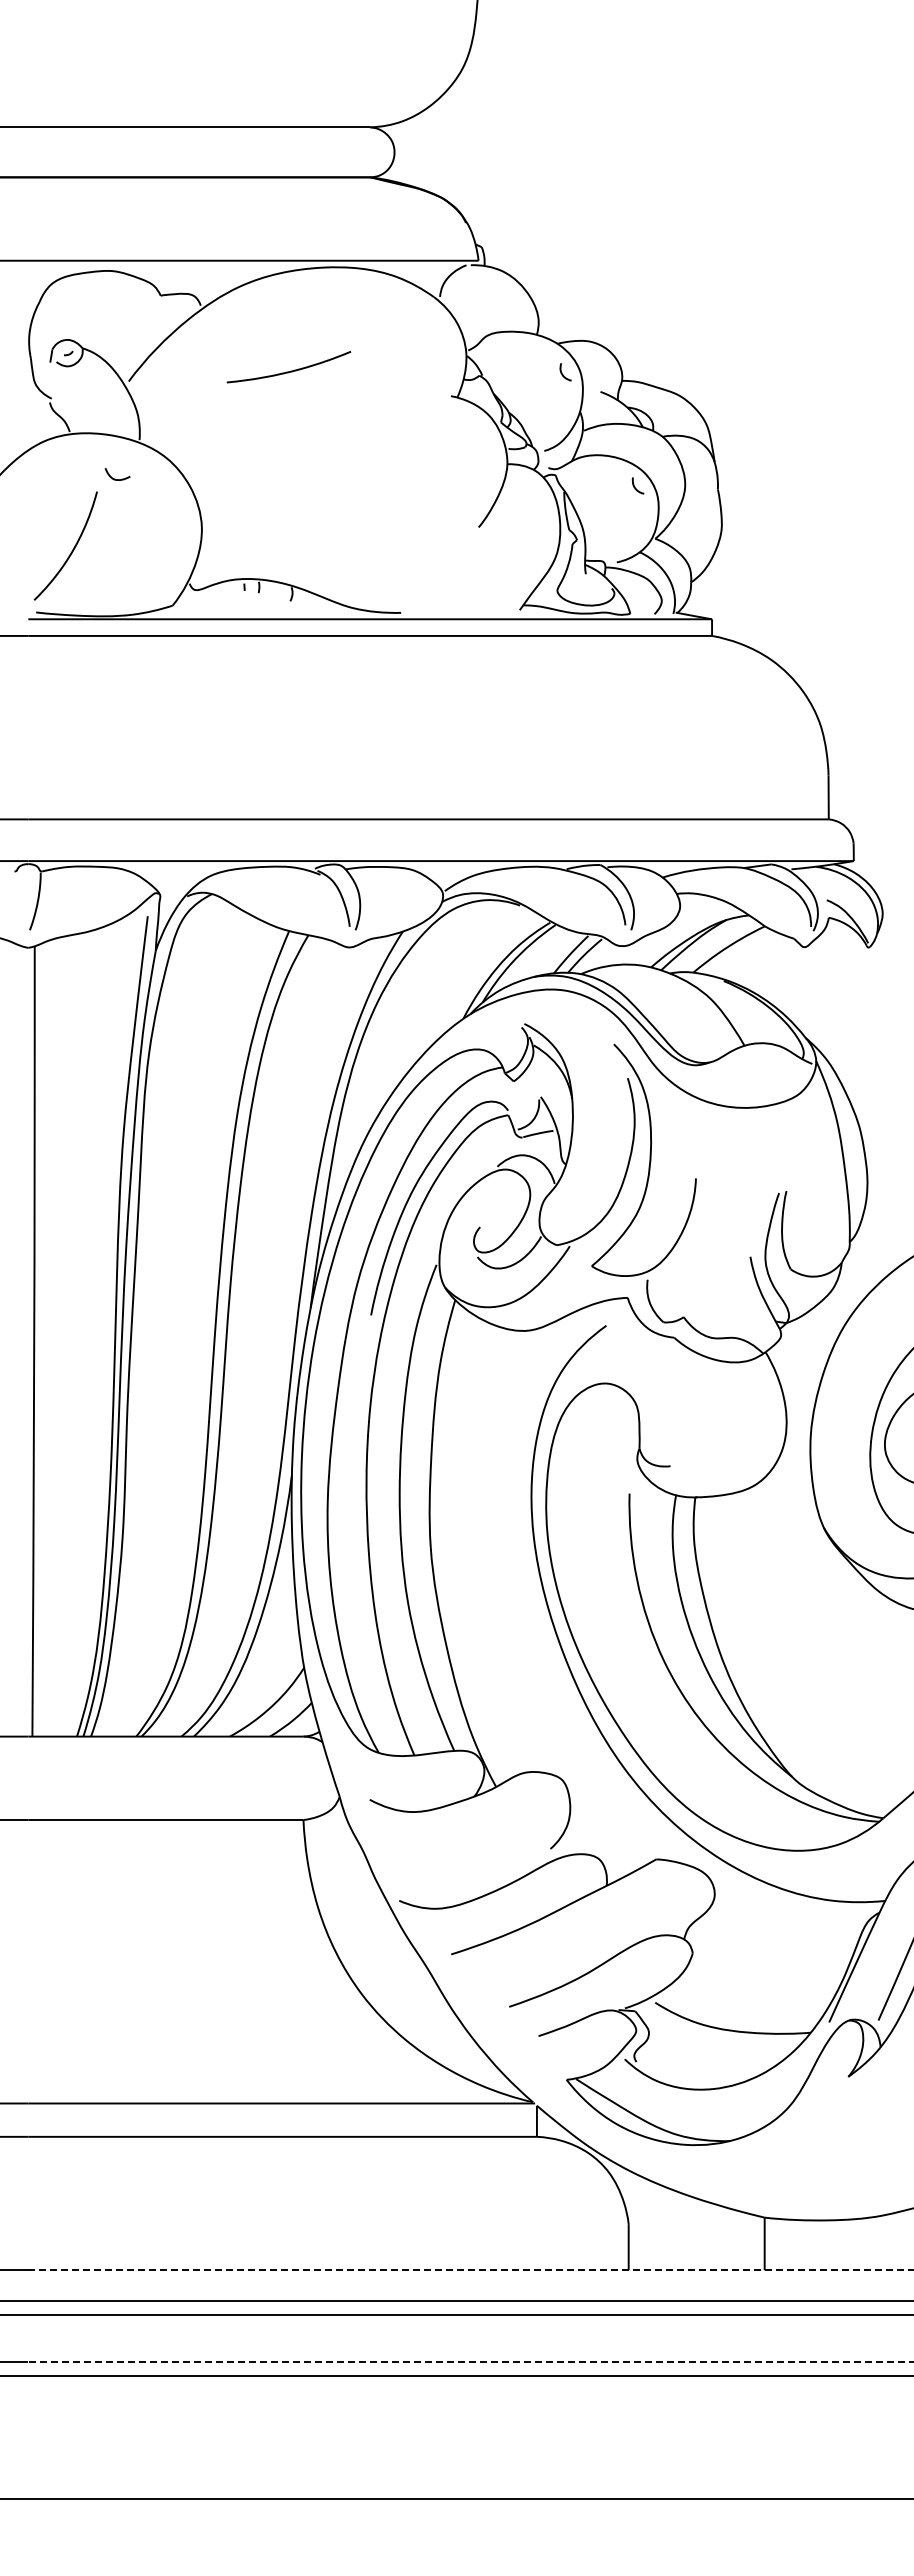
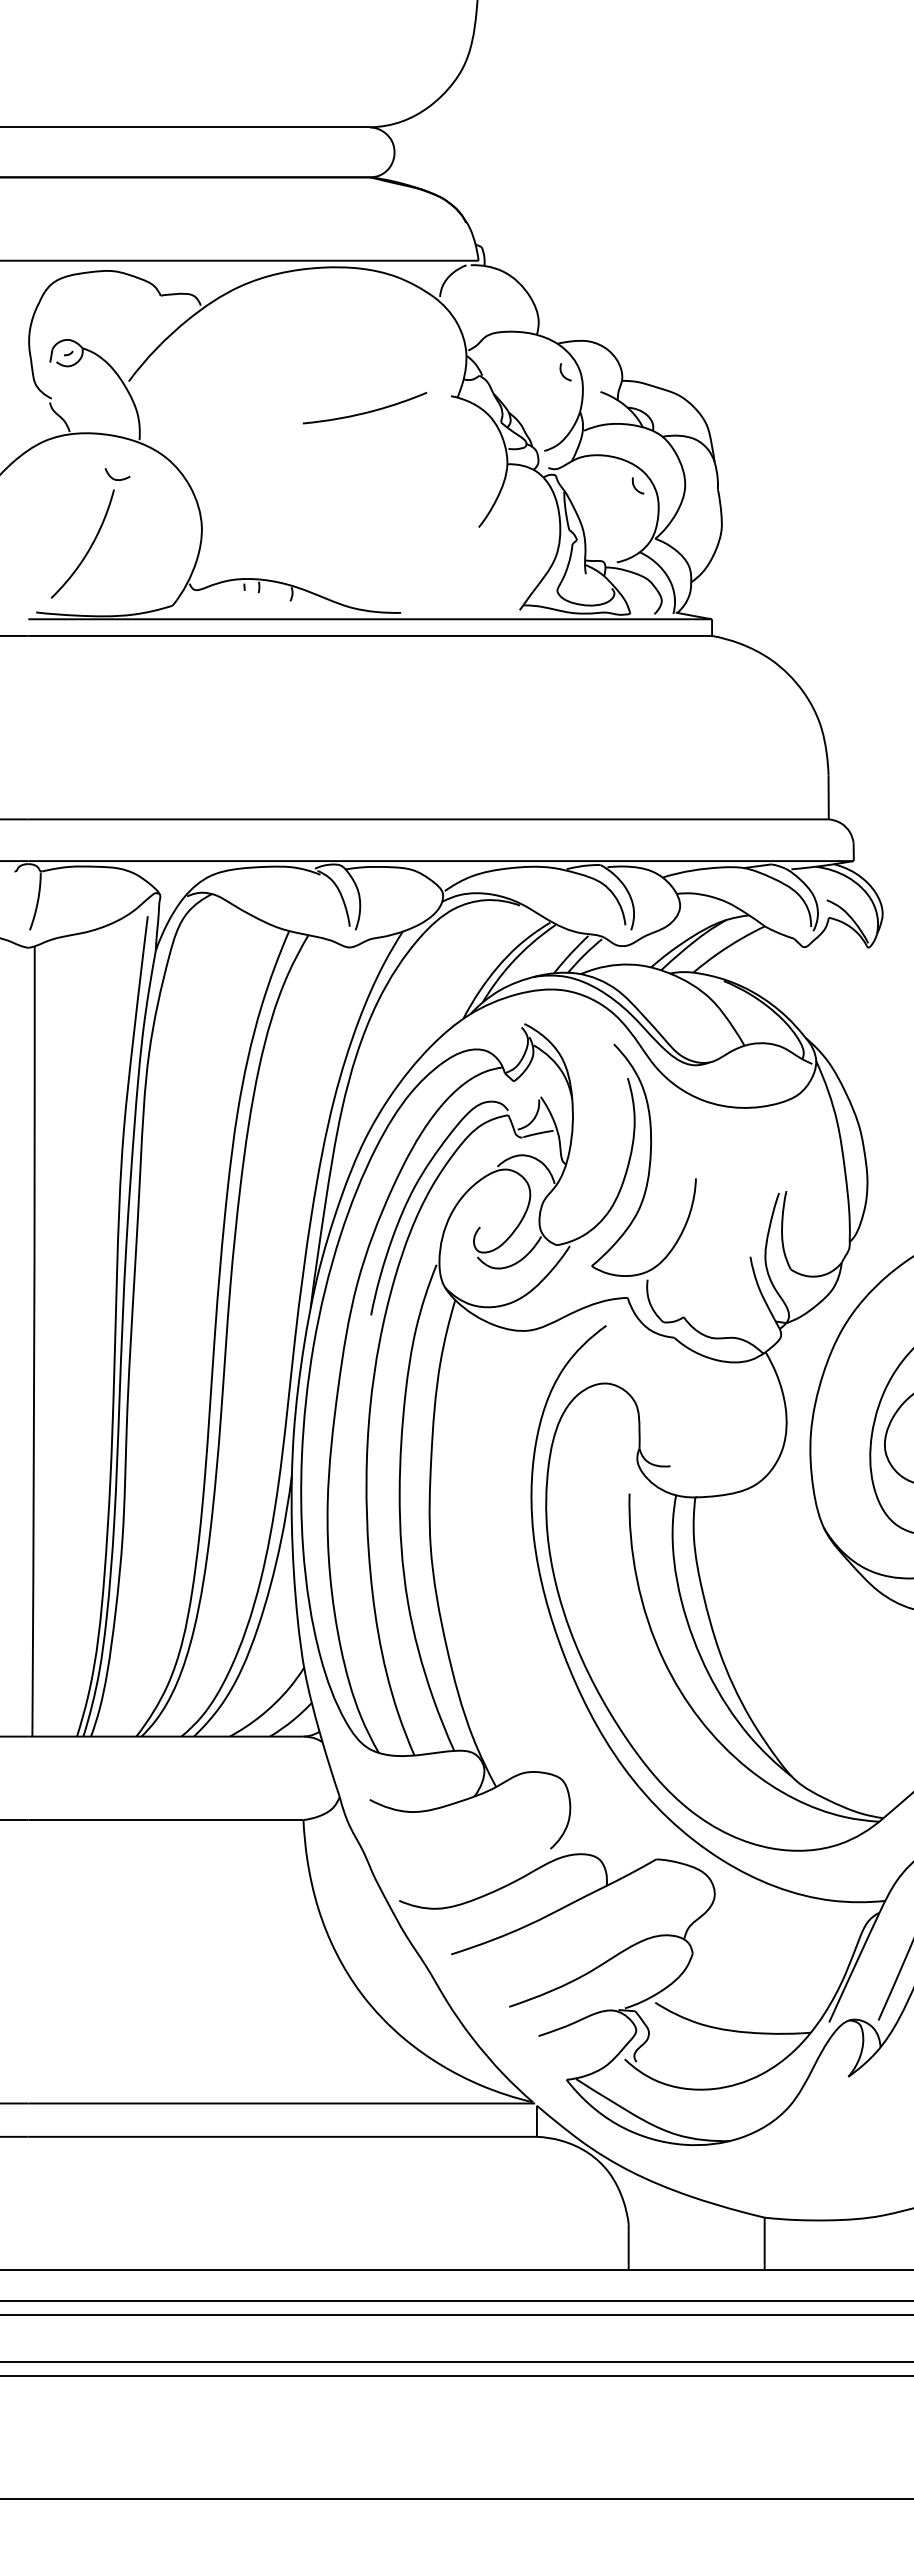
curve at (290, 370) position: (290, 370) -> (366, 411)
curve at (72, 549) position: (72, 549) -> (89, 547)
line at (470, 2270): dashed -> solid
line at (470, 2361): dashed -> solid
